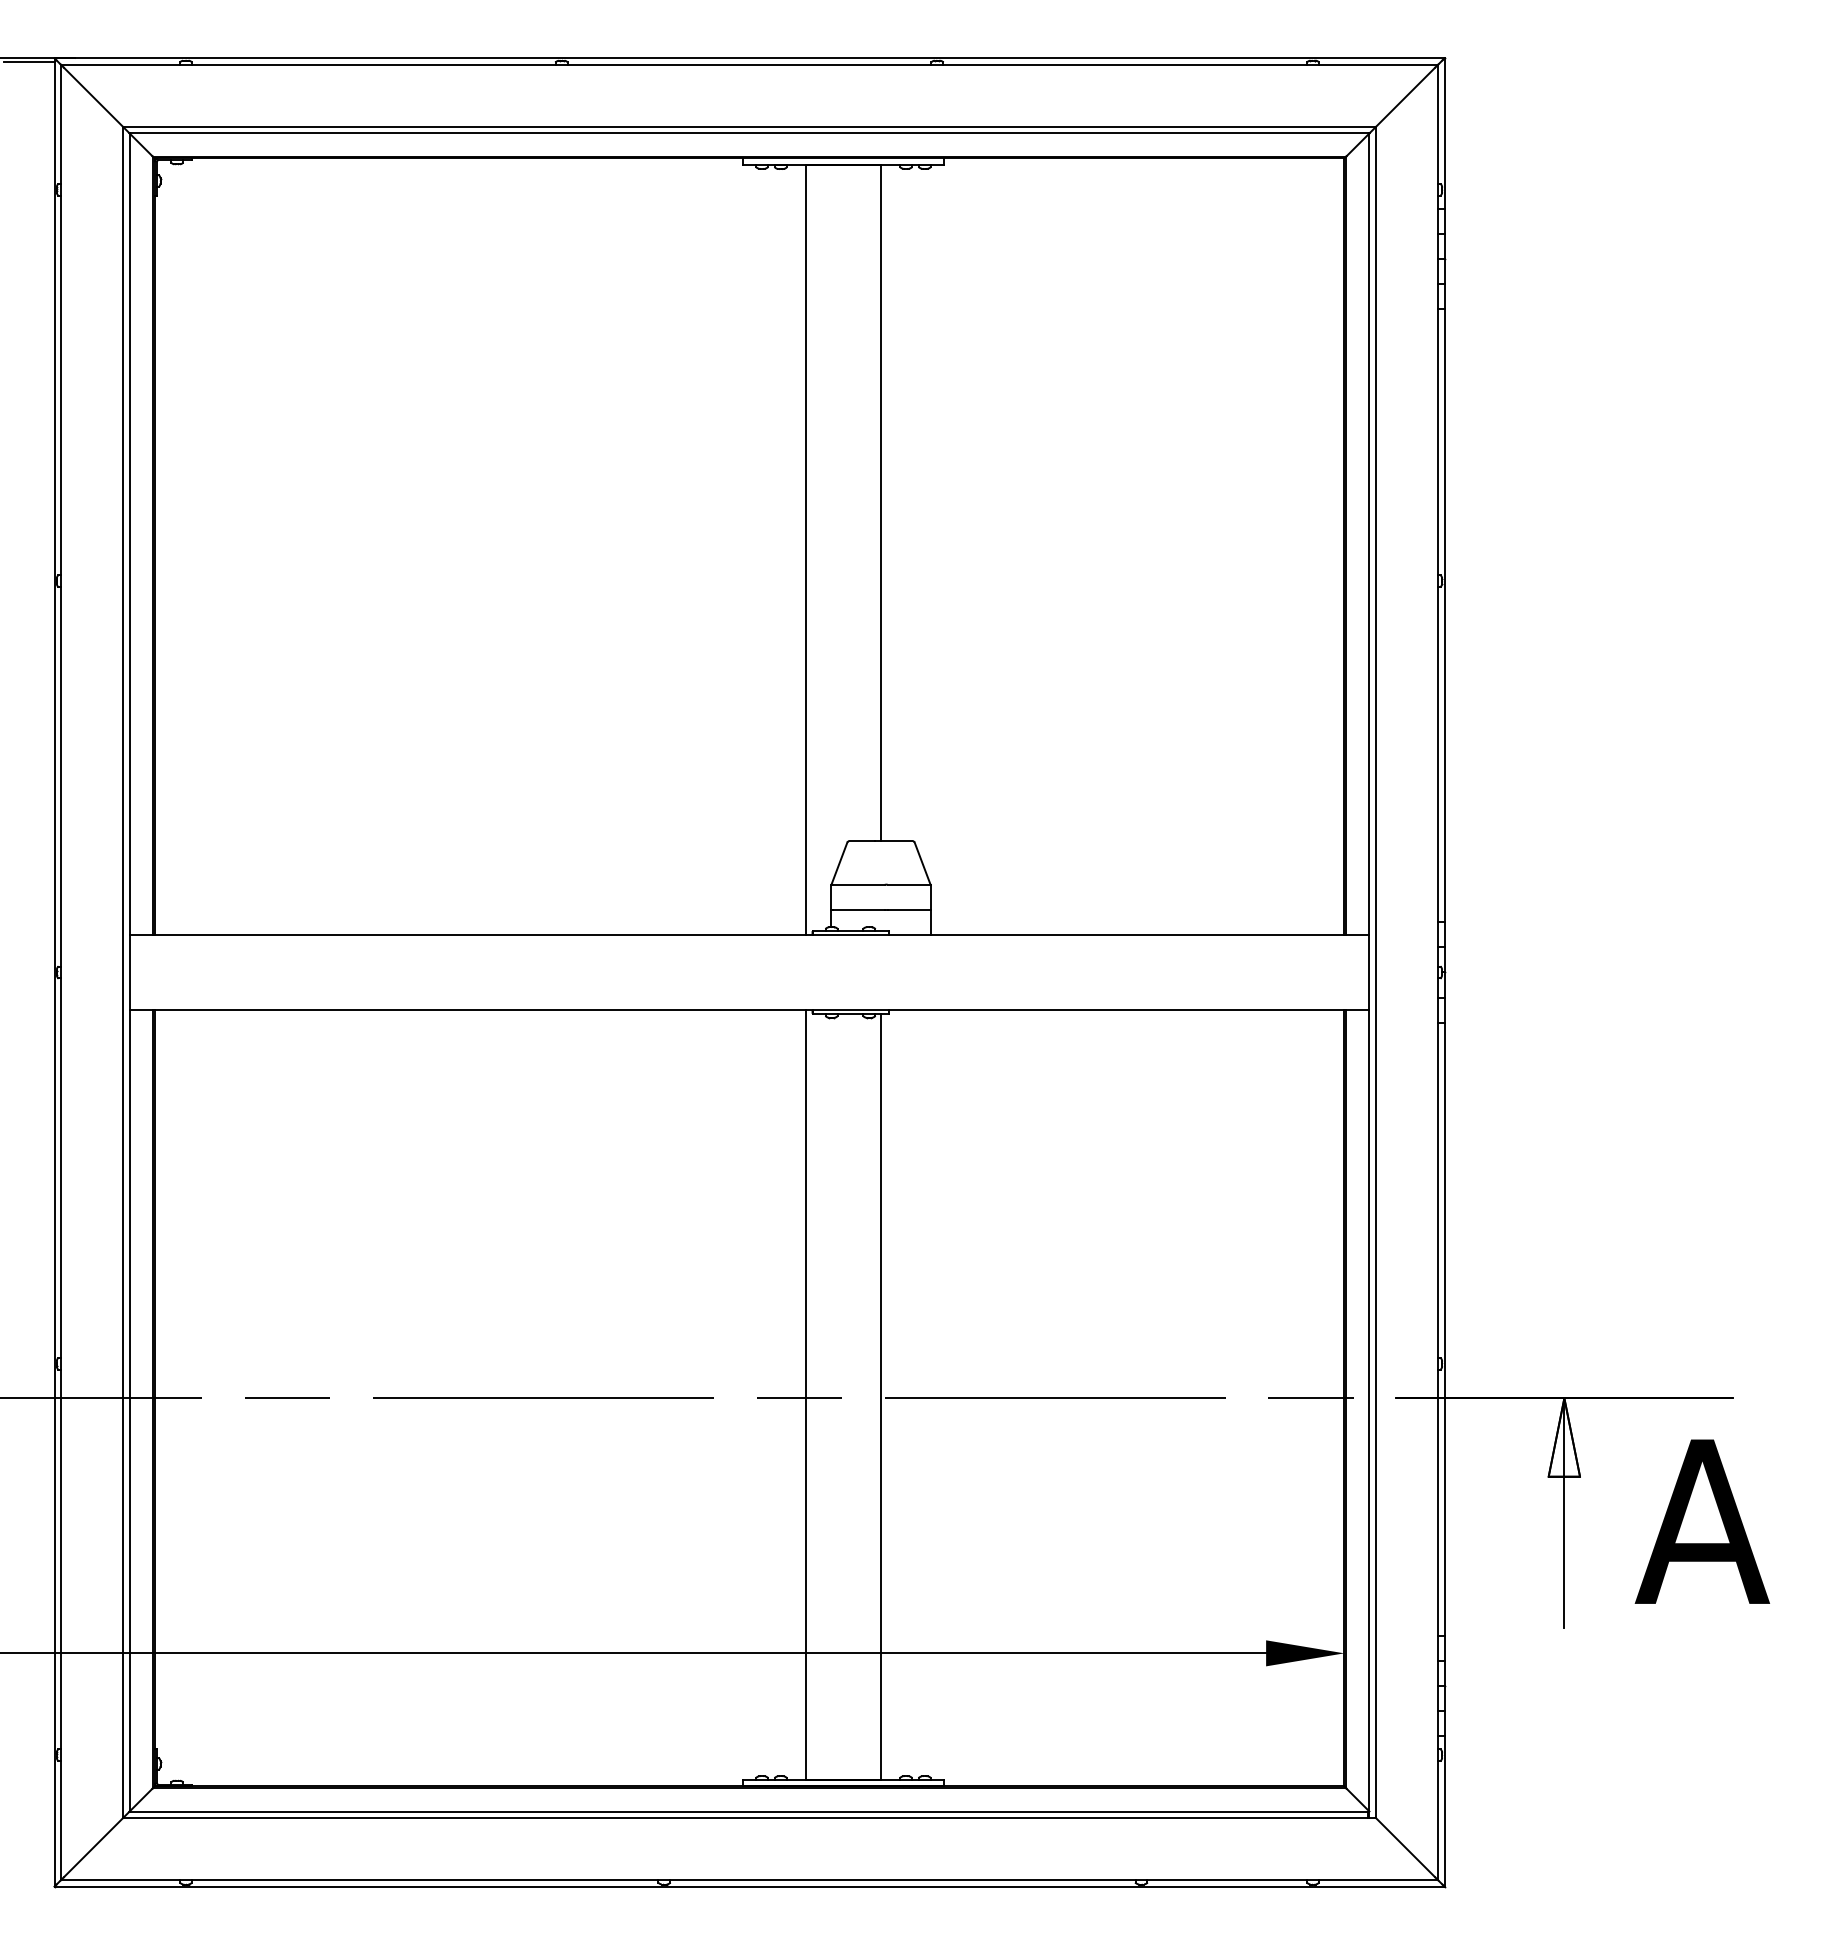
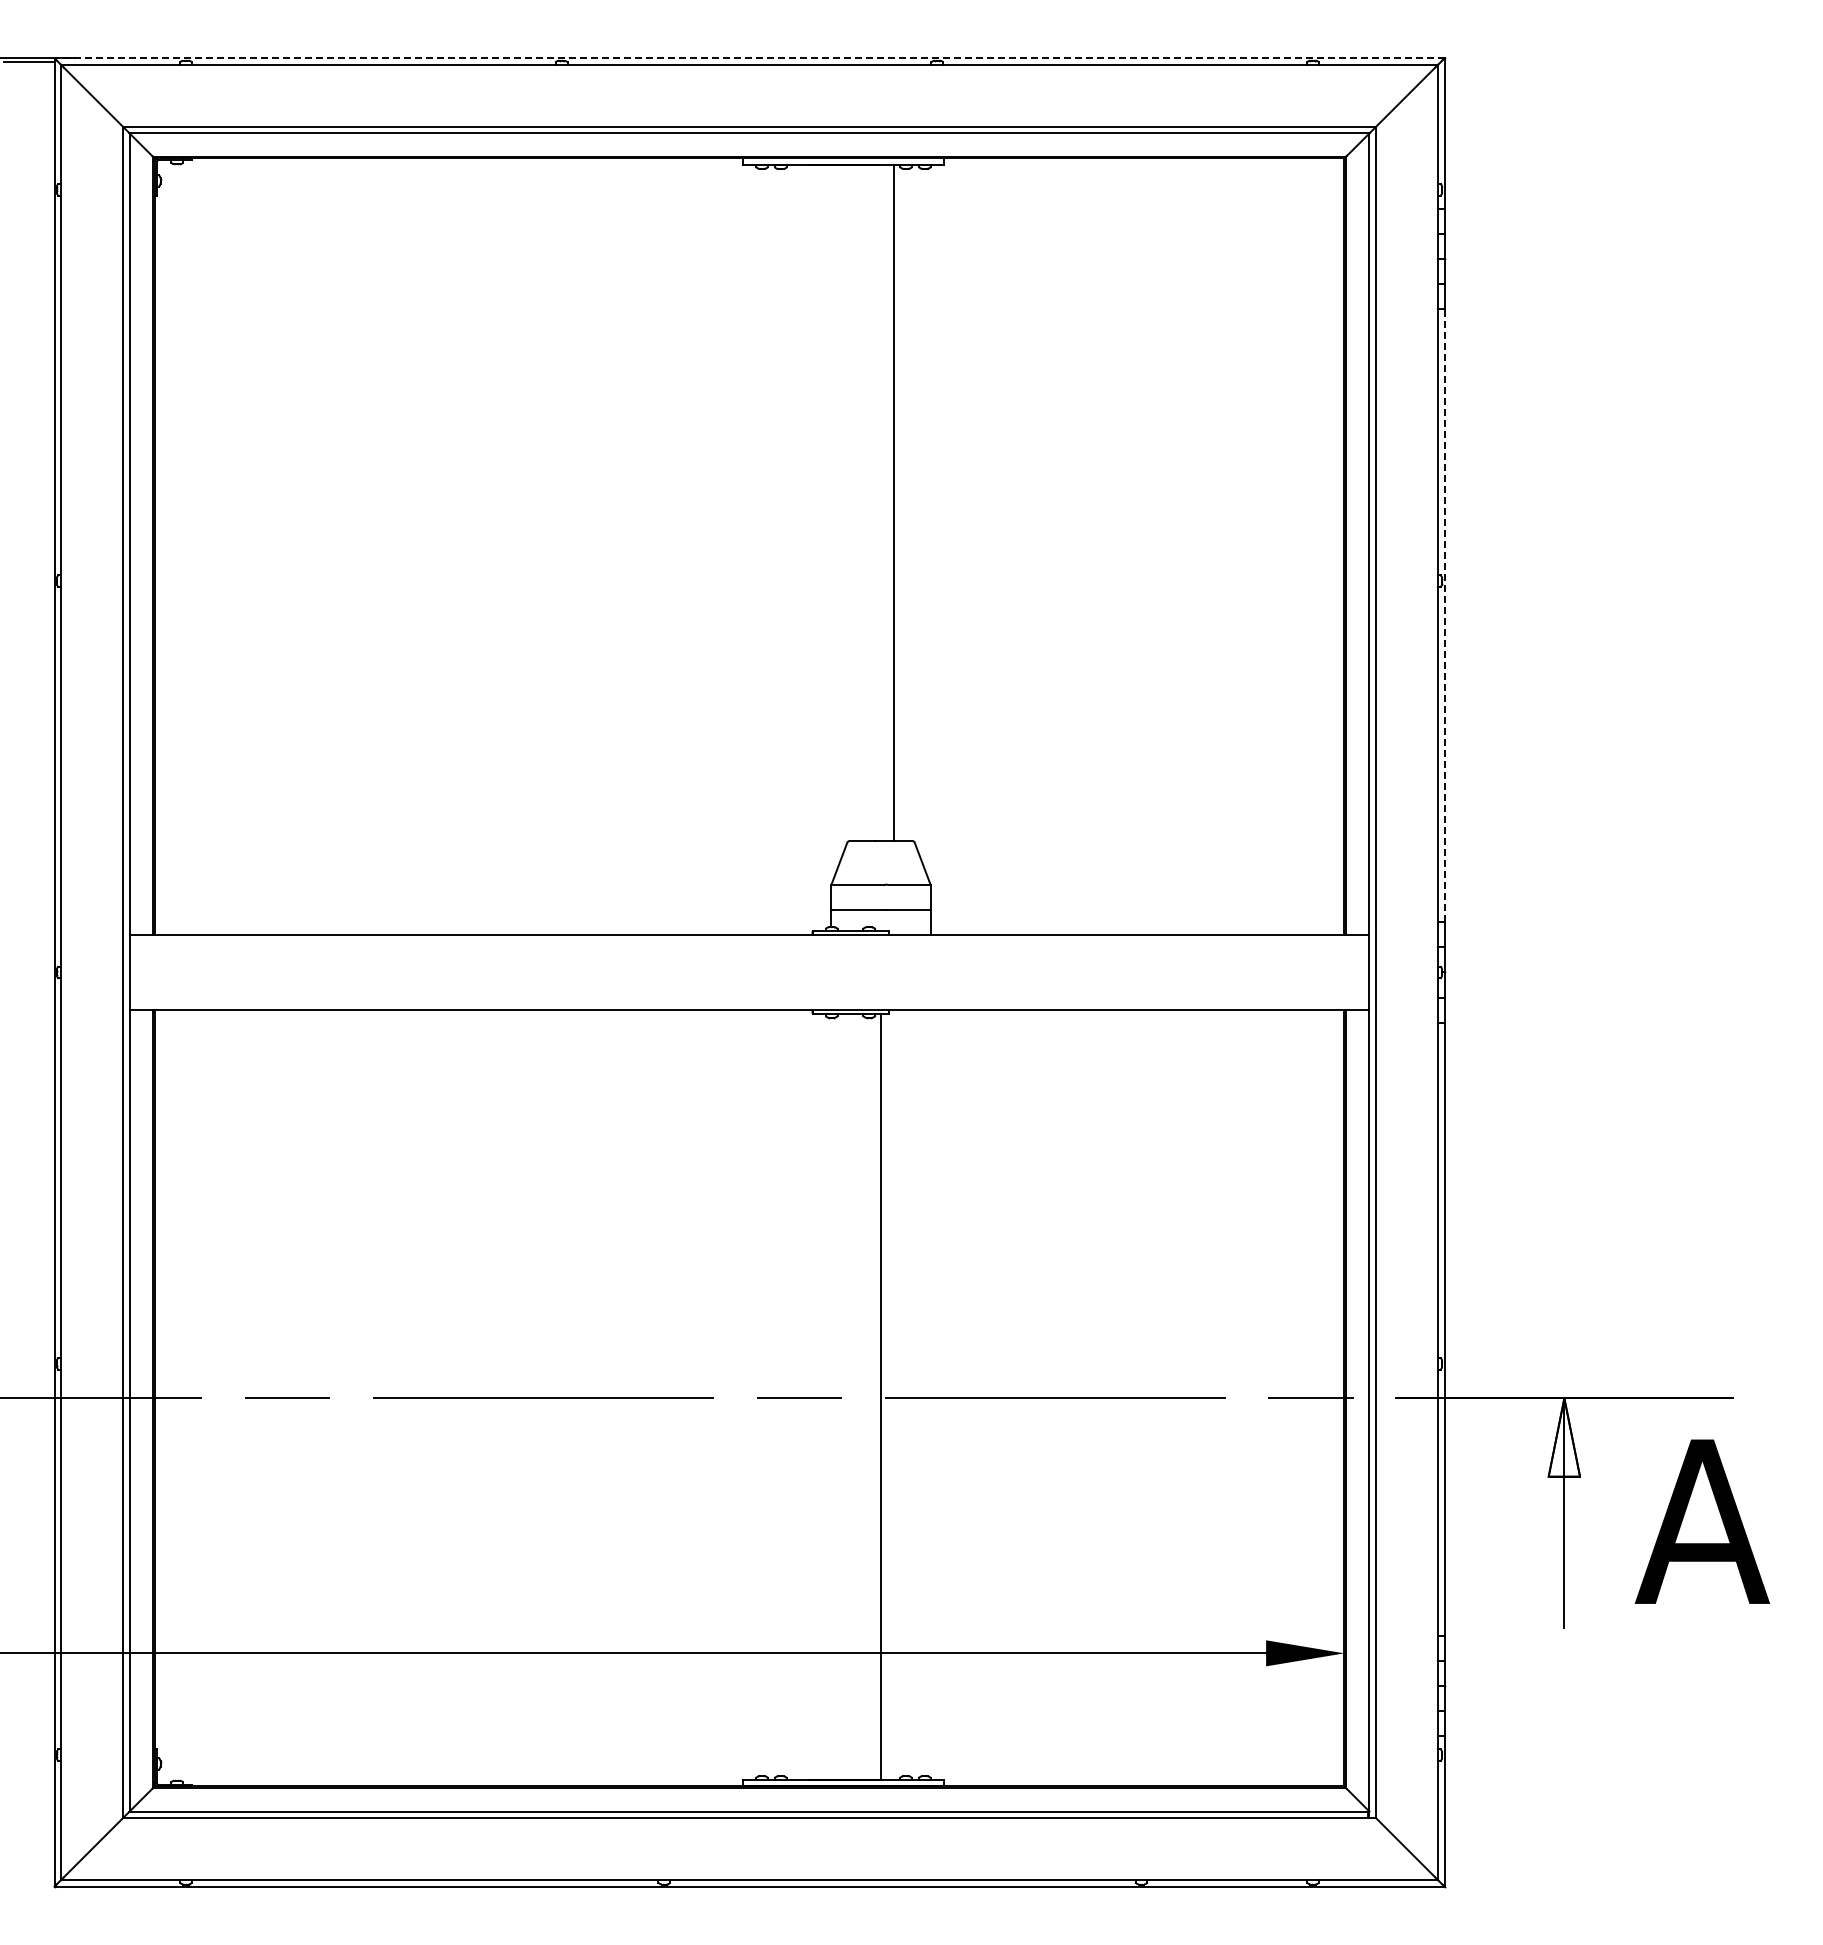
line at (749, 58): solid -> dashed
line at (881, 502) position: (881, 502) -> (894, 502)
line at (805, 549): present -> none
line at (1444, 615): solid -> dashed
line at (805, 1395): present -> none
